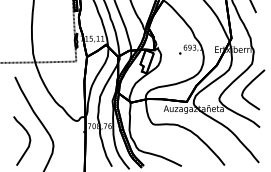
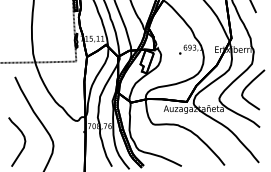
curve at (28, 137) position: (28, 137) -> (23, 138)
